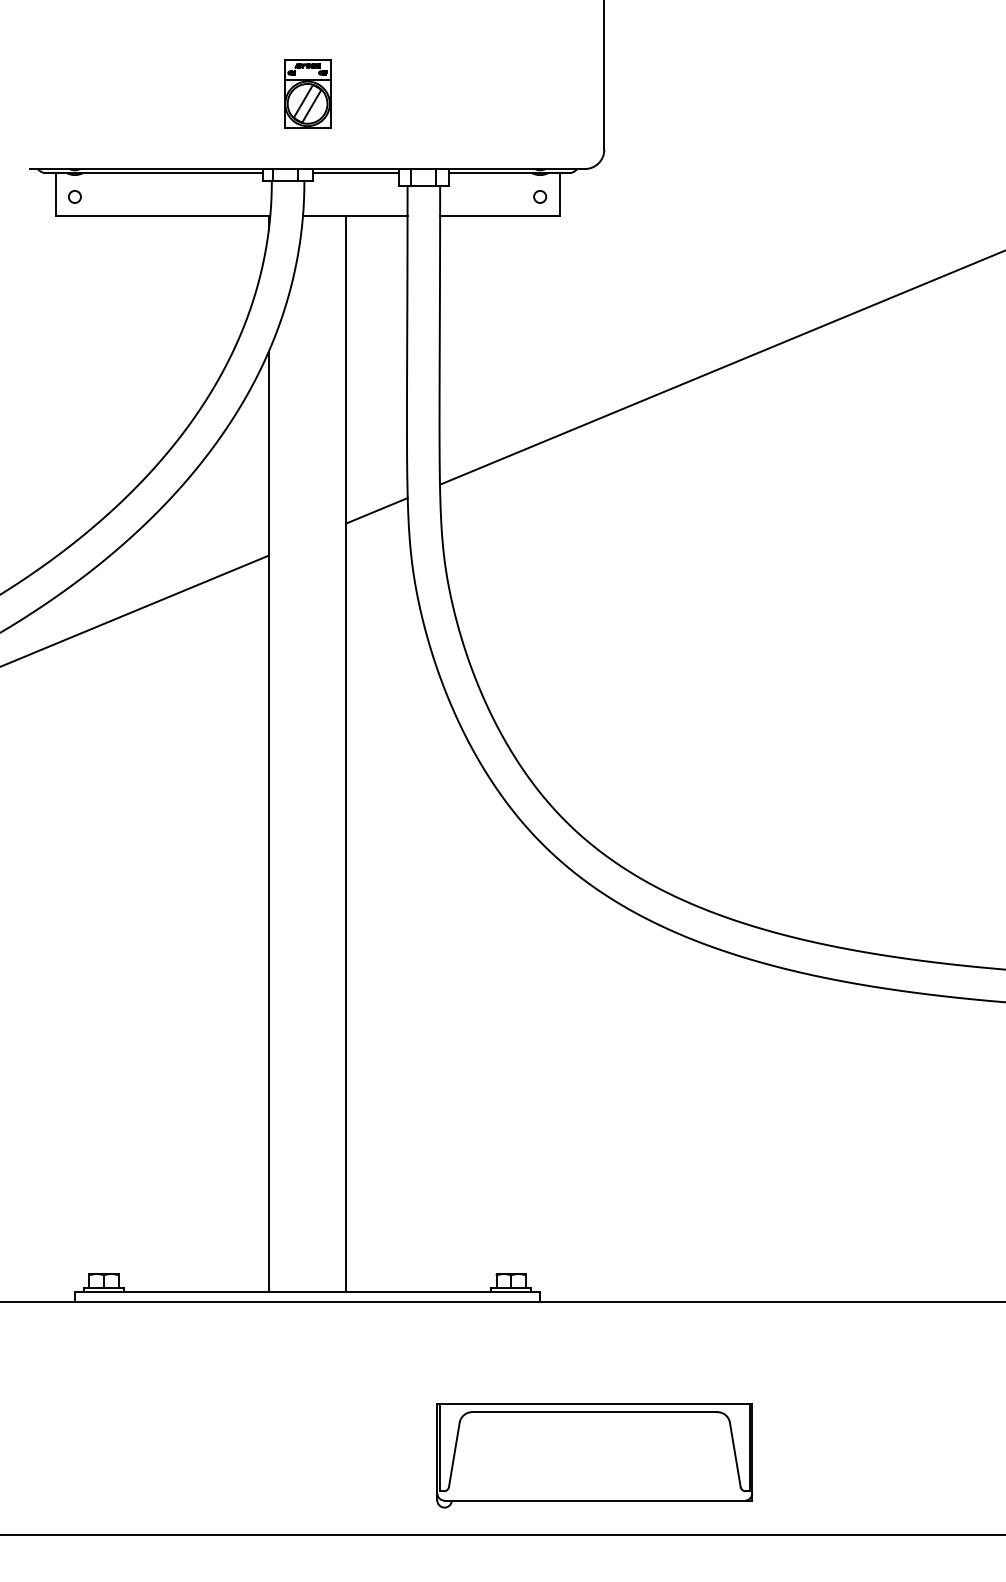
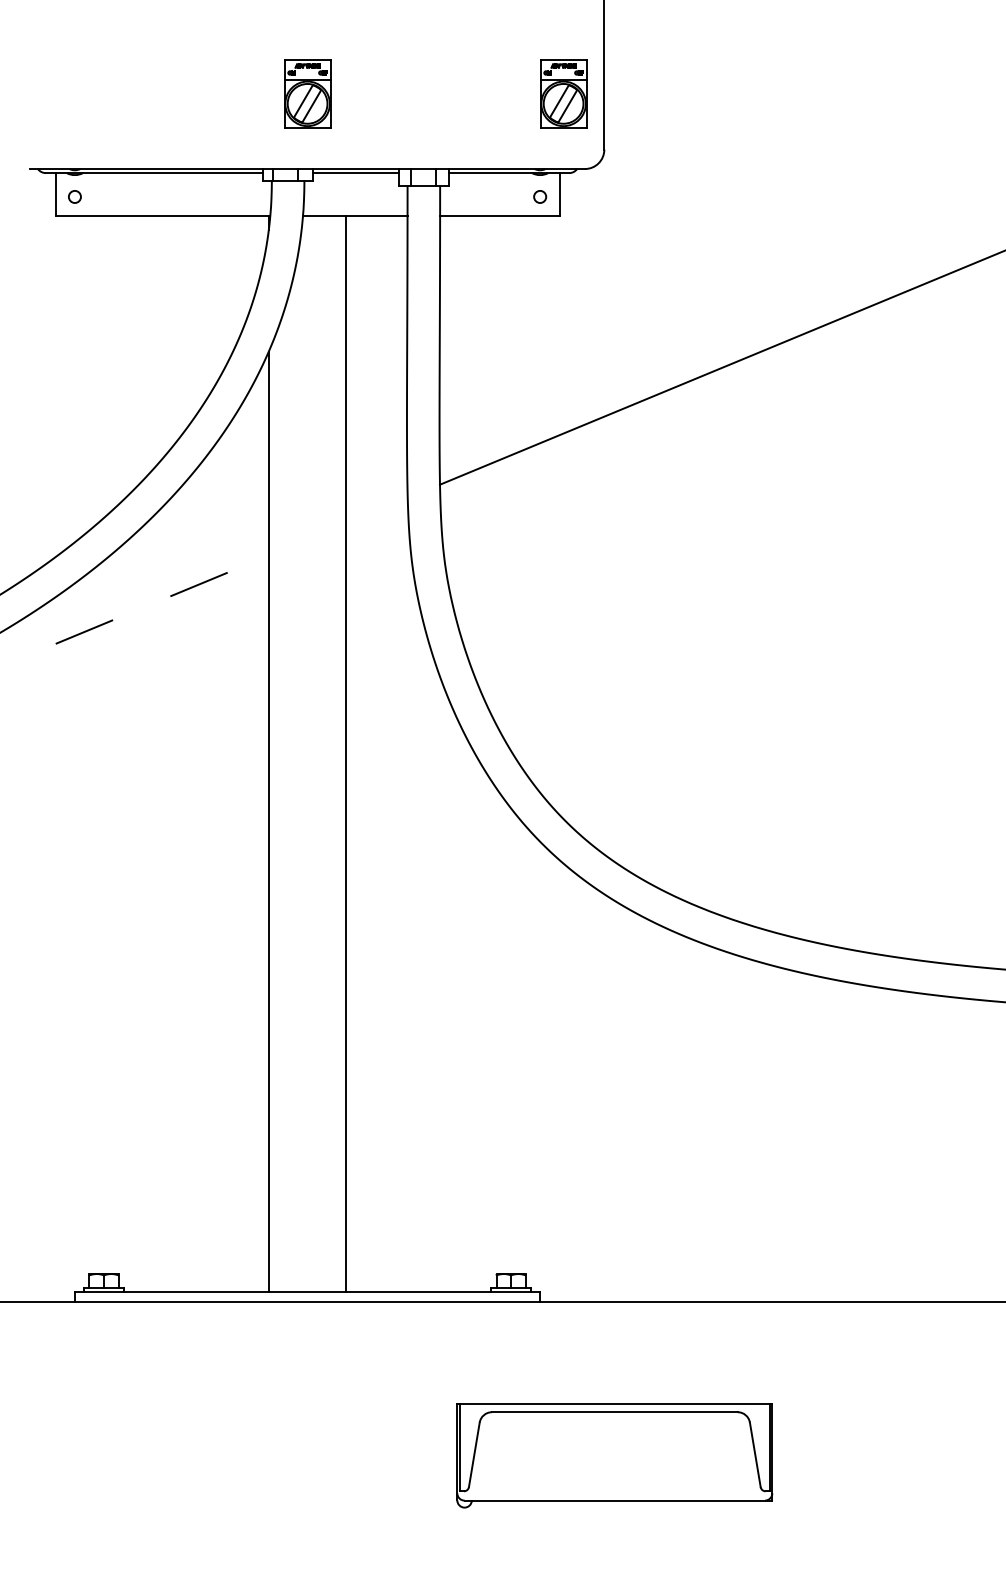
part at (563, 93): none -> present
line at (376, 510): present -> none
line at (134, 611): solid -> dashed
part at (594, 1455) position: (594, 1455) -> (614, 1455)
line at (502, 1534): present -> none
